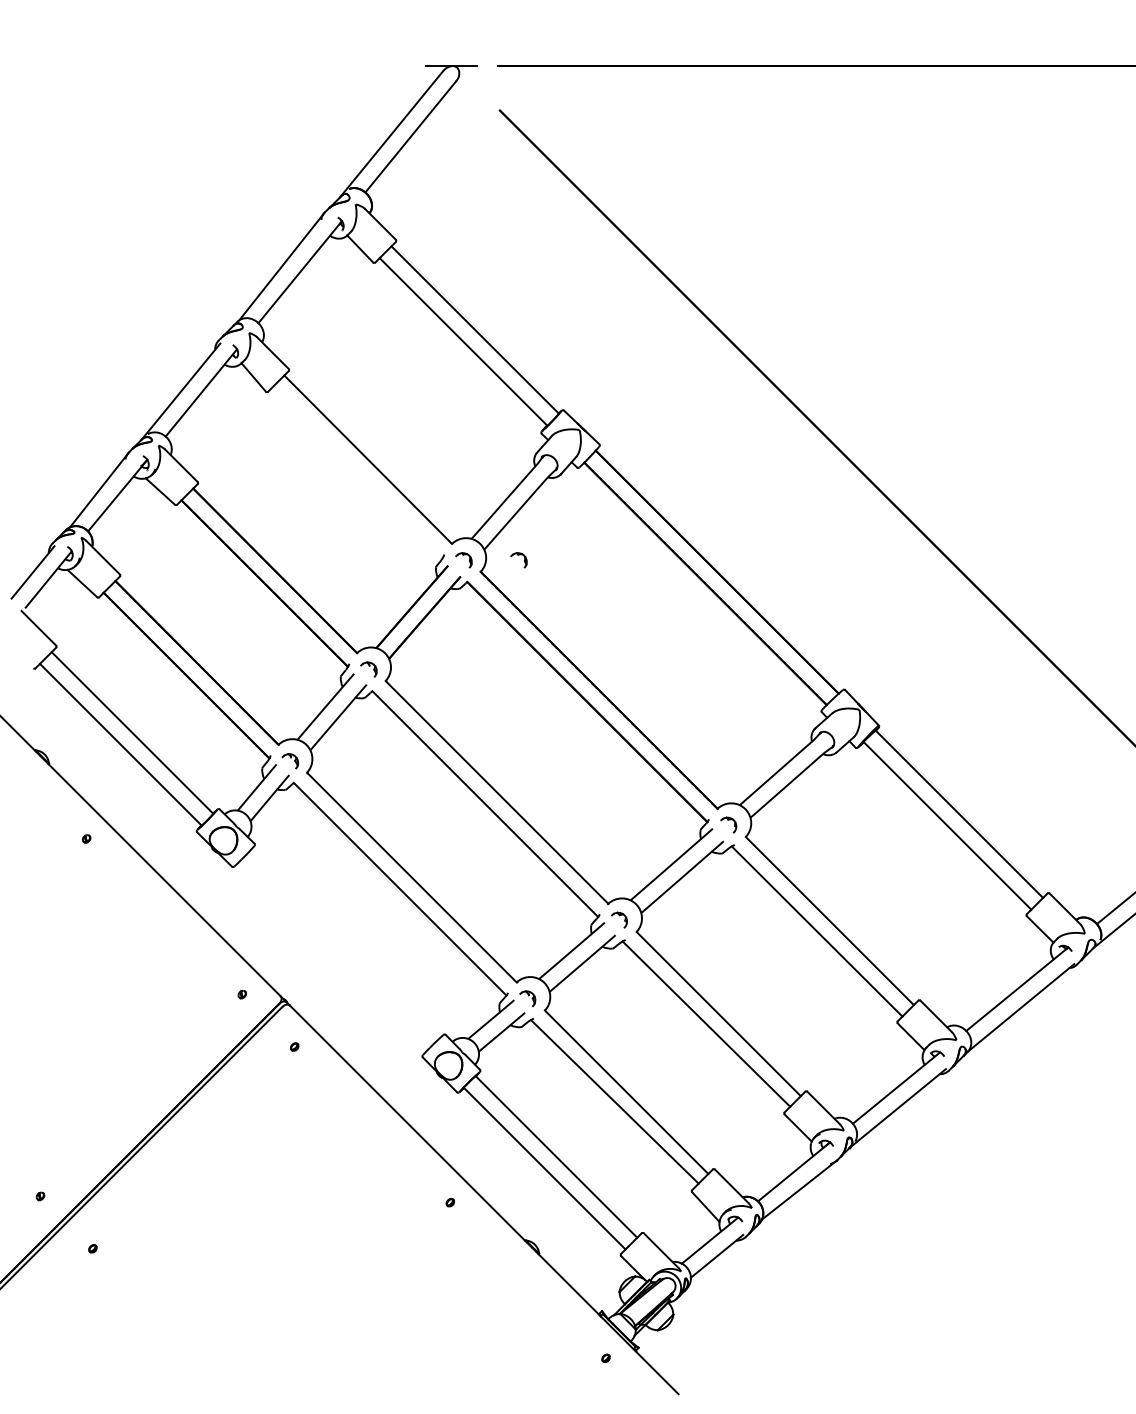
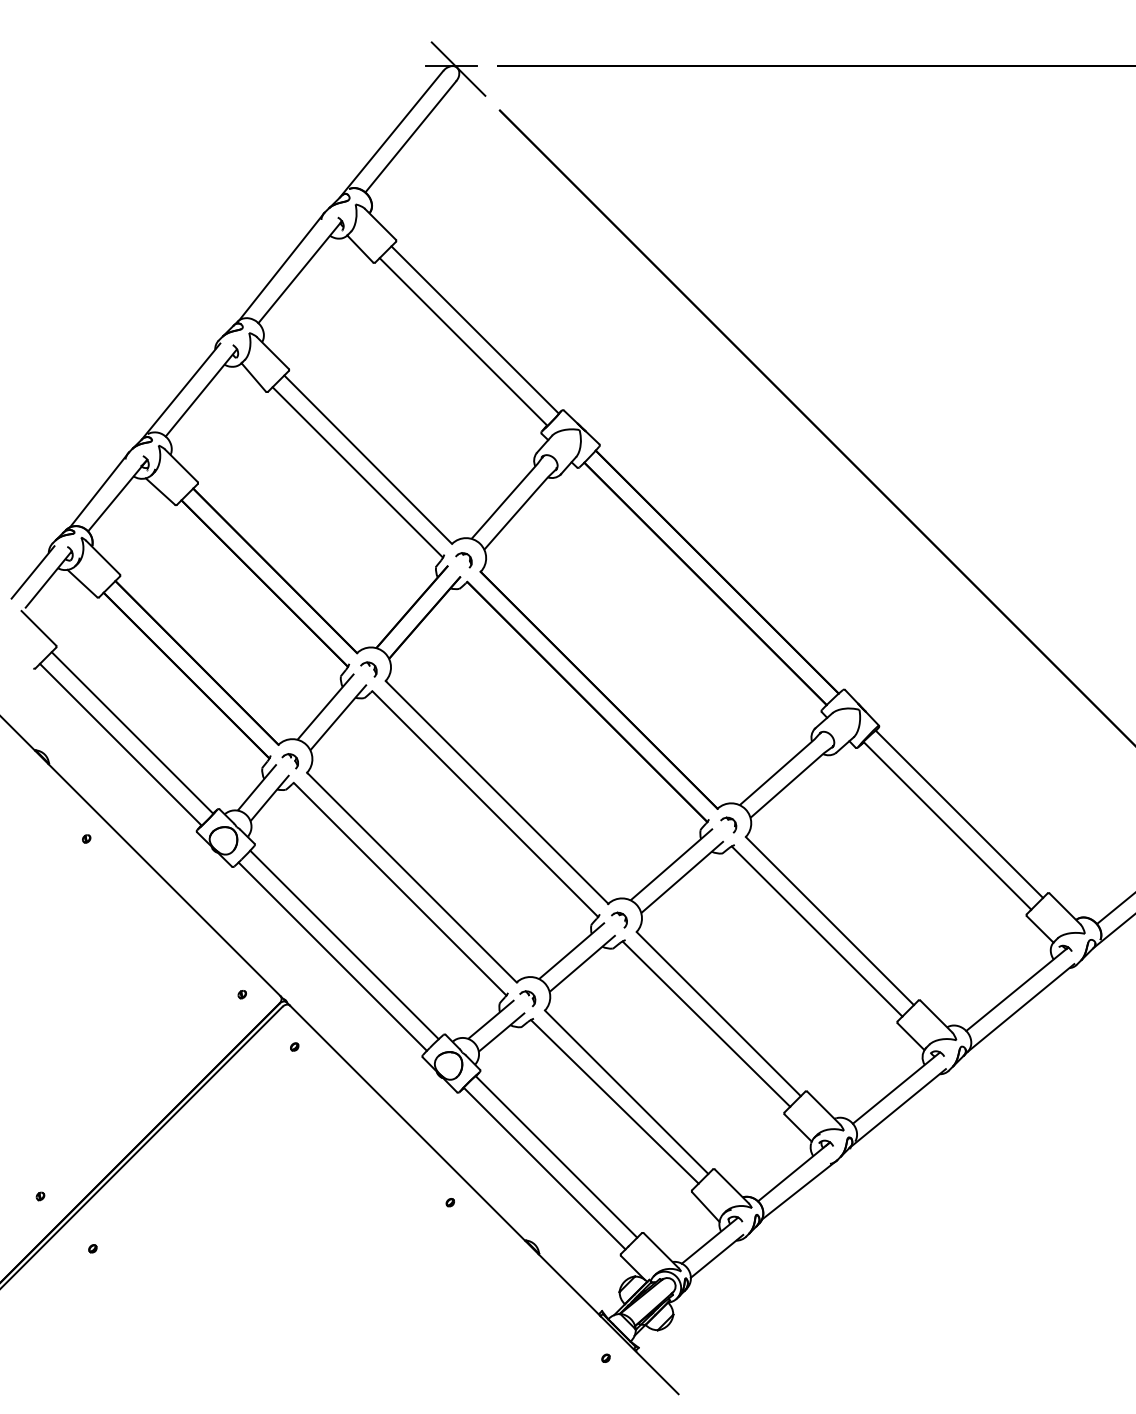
line at (458, 68): none -> present
line at (357, 472): none -> present
part at (518, 560): present -> none
line at (344, 944): none -> present
line at (332, 956): none -> present
